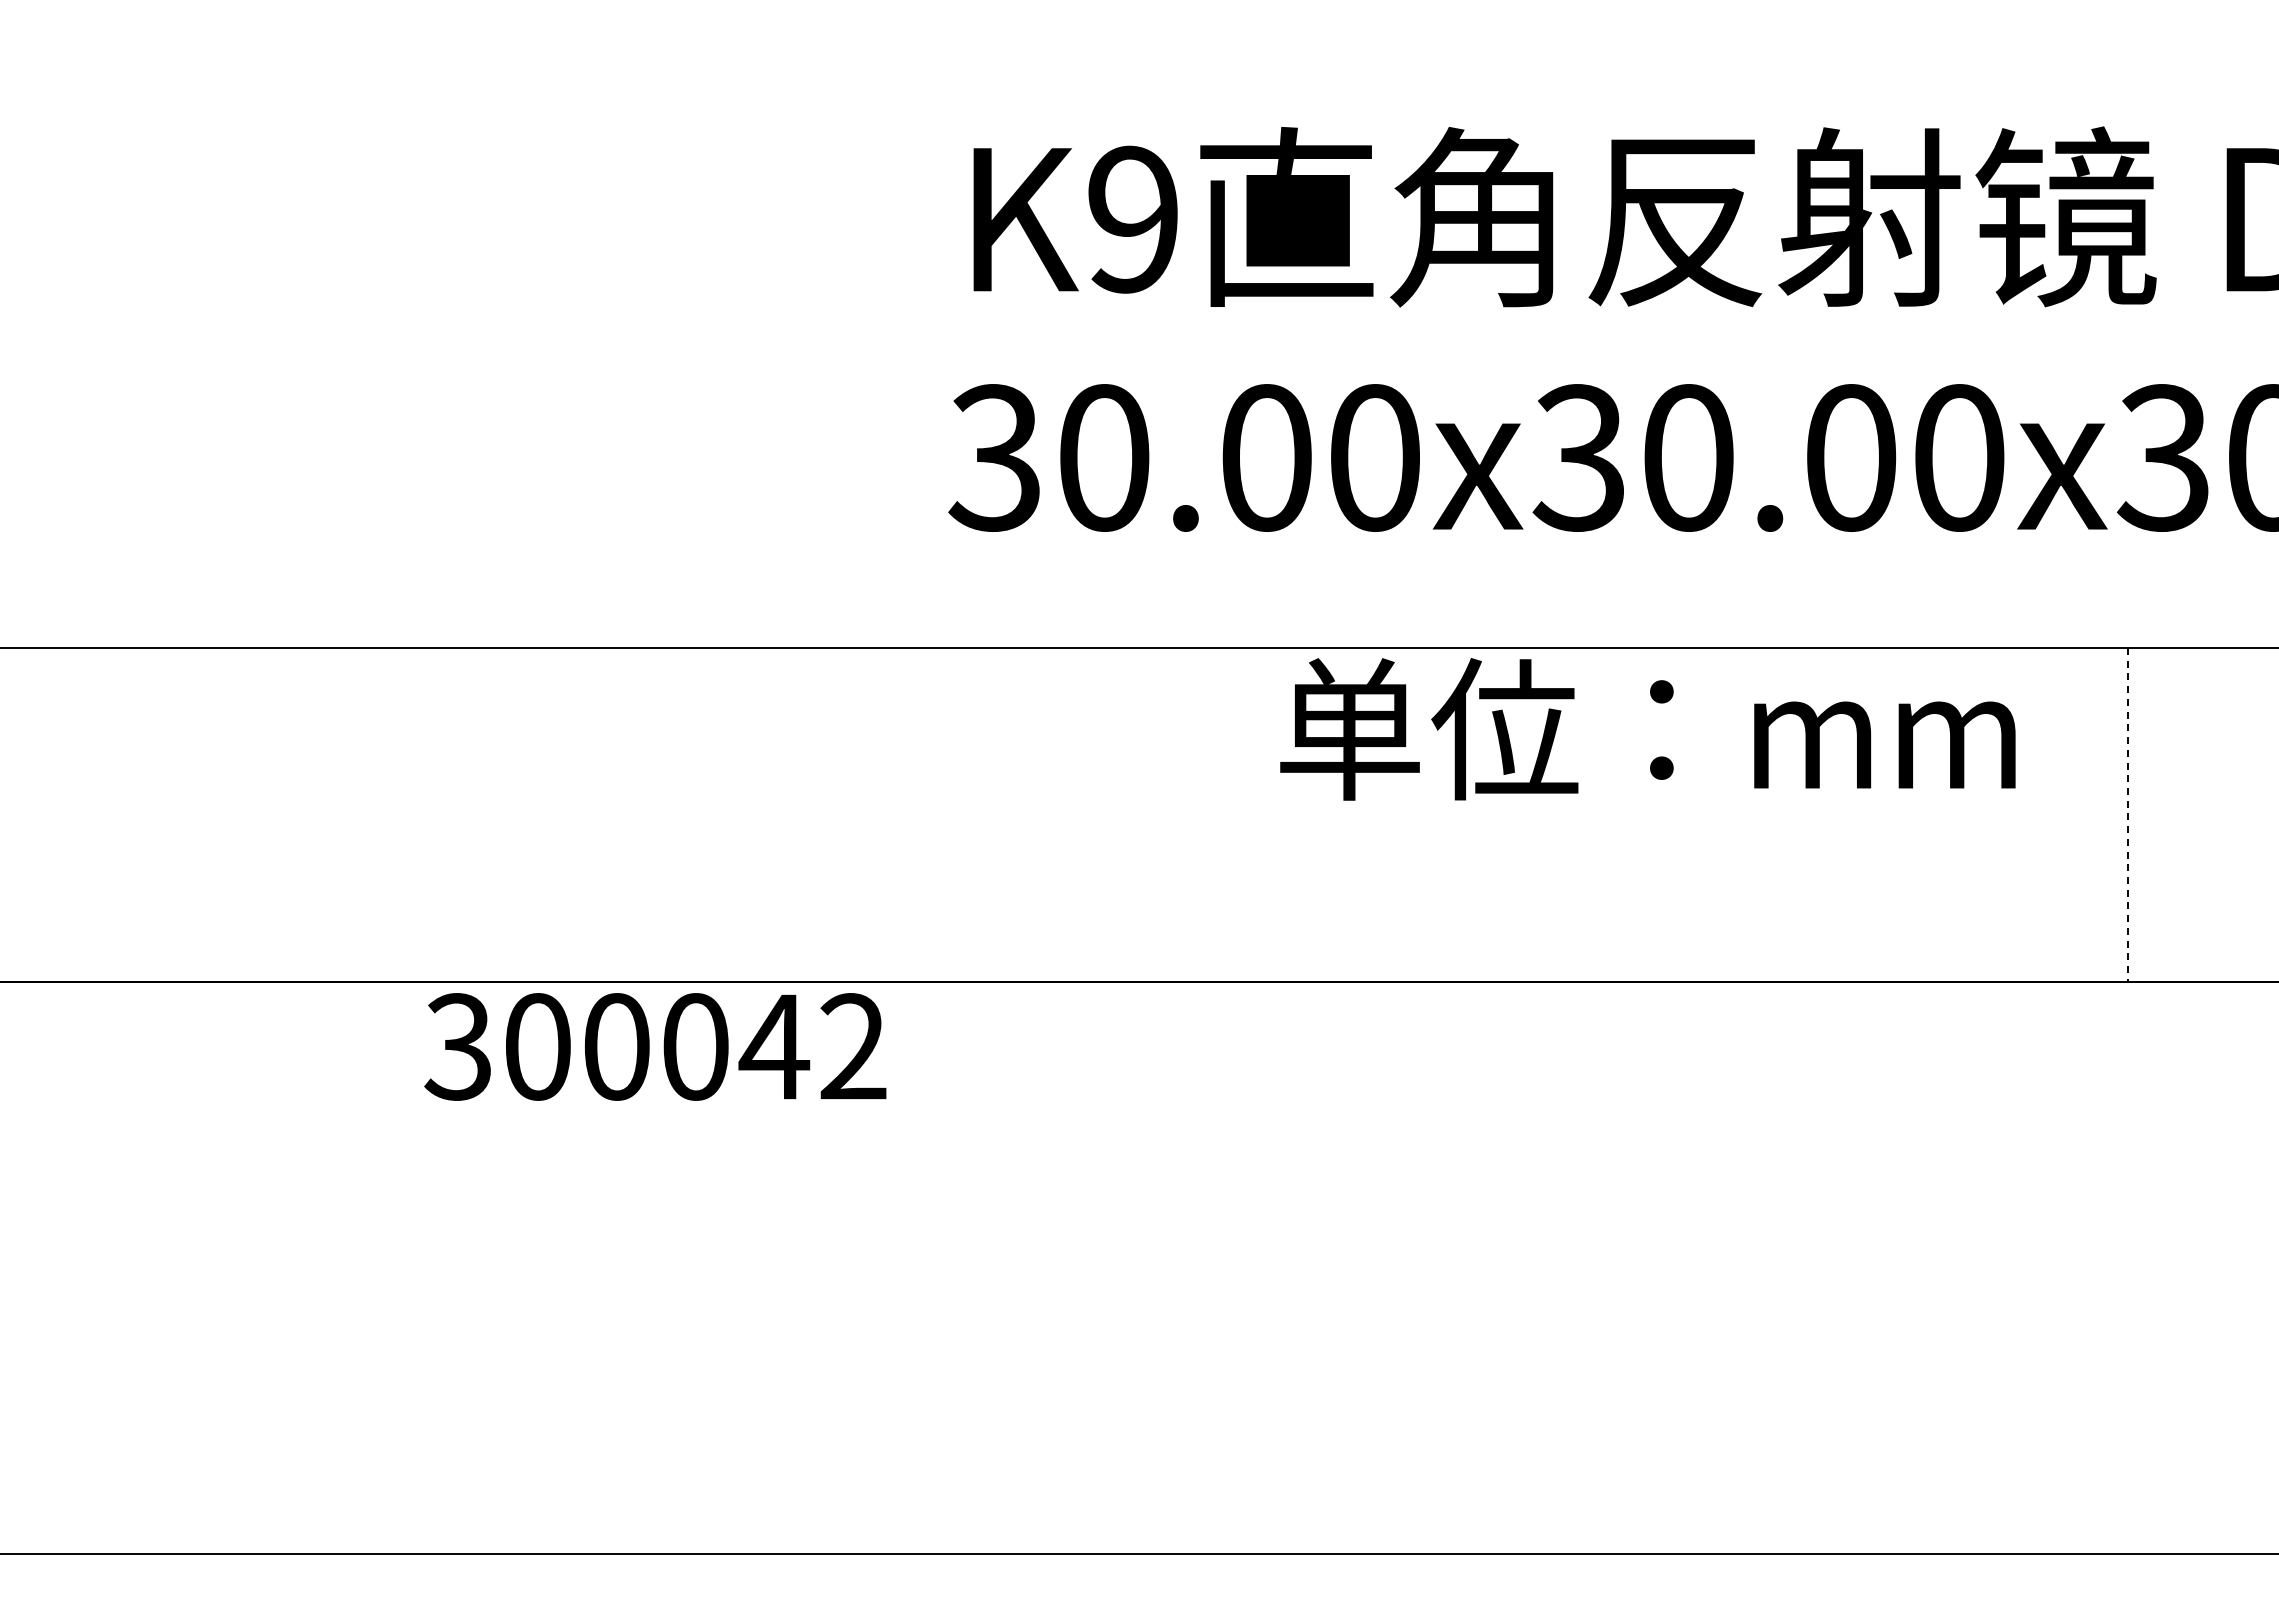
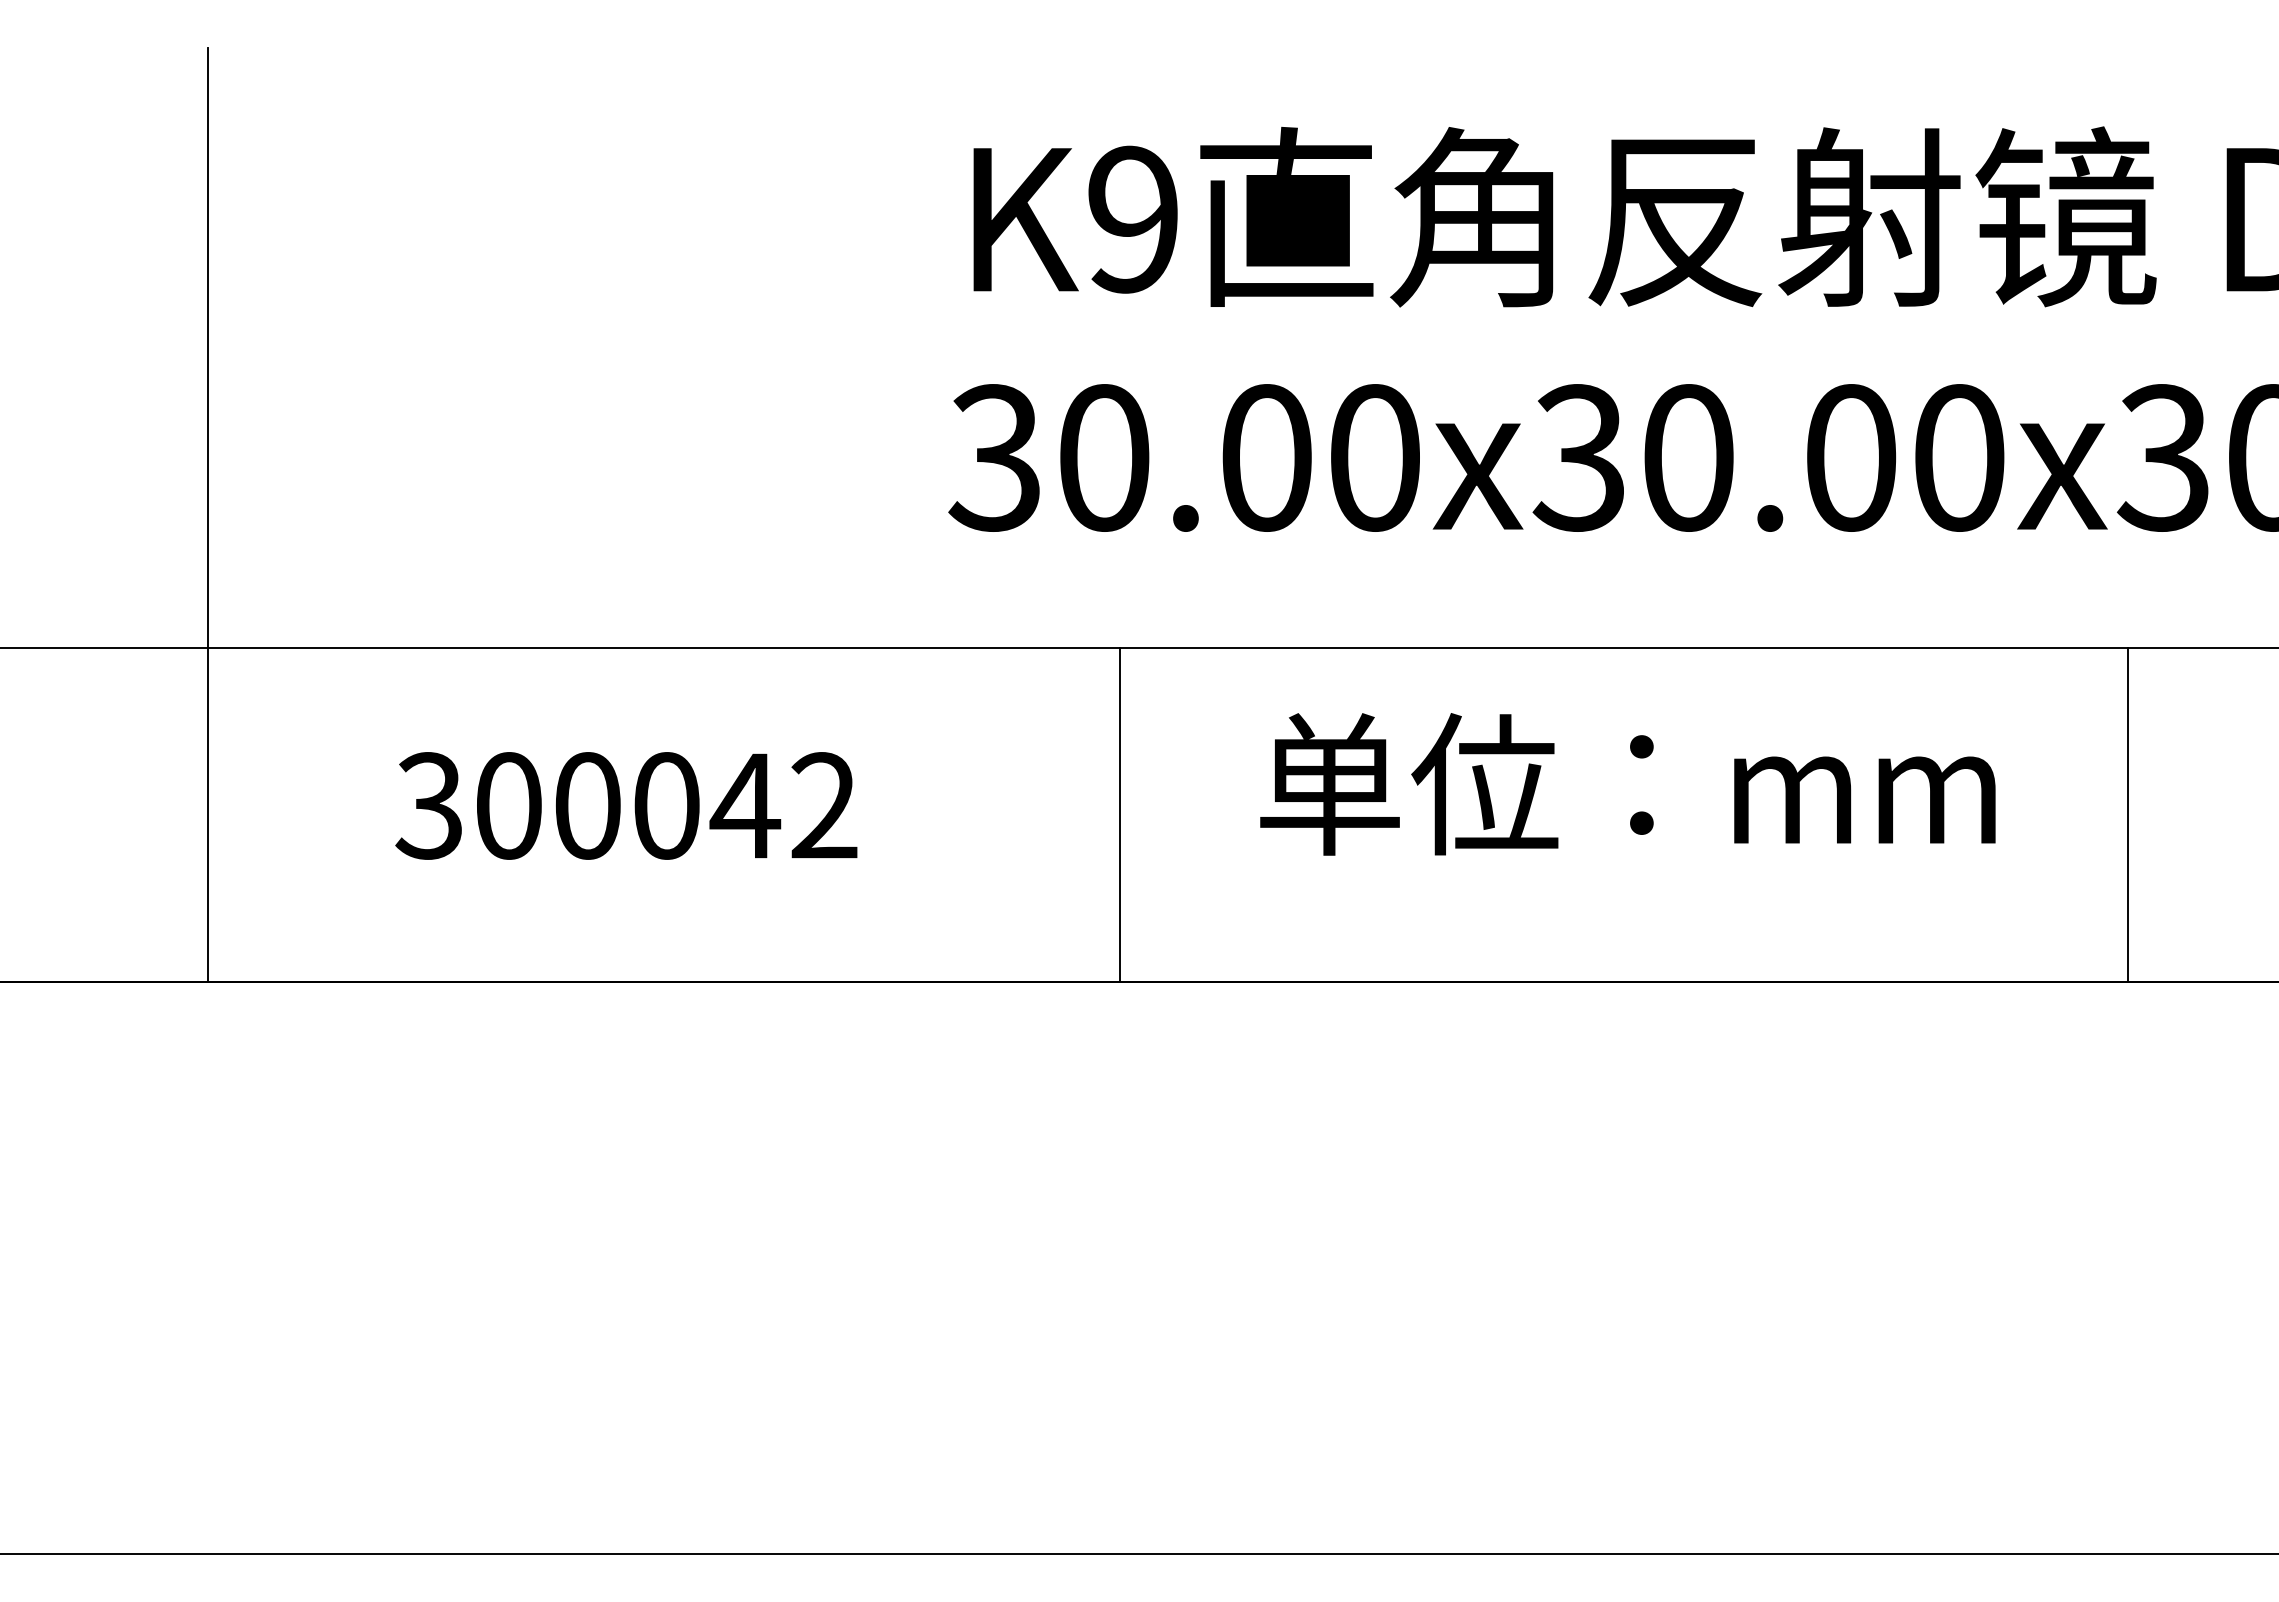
line at (208, 515): none -> present
text at (1647, 729) position: (1647, 729) -> (1627, 784)
line at (1120, 815): none -> present
line at (2128, 815): dashed -> solid
text at (655, 1046) position: (655, 1046) -> (626, 805)
